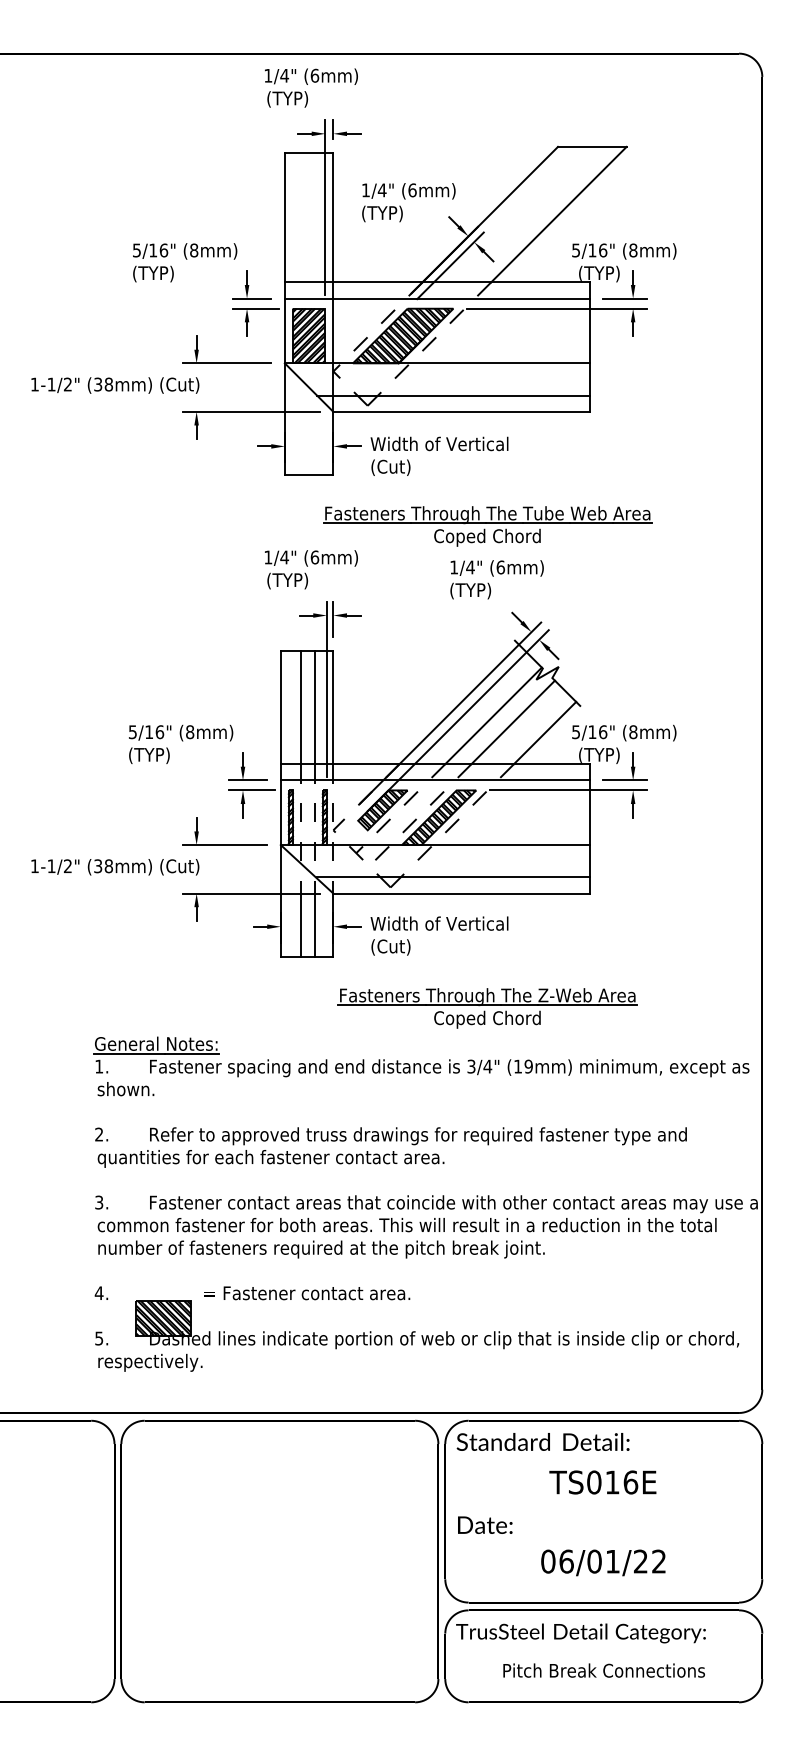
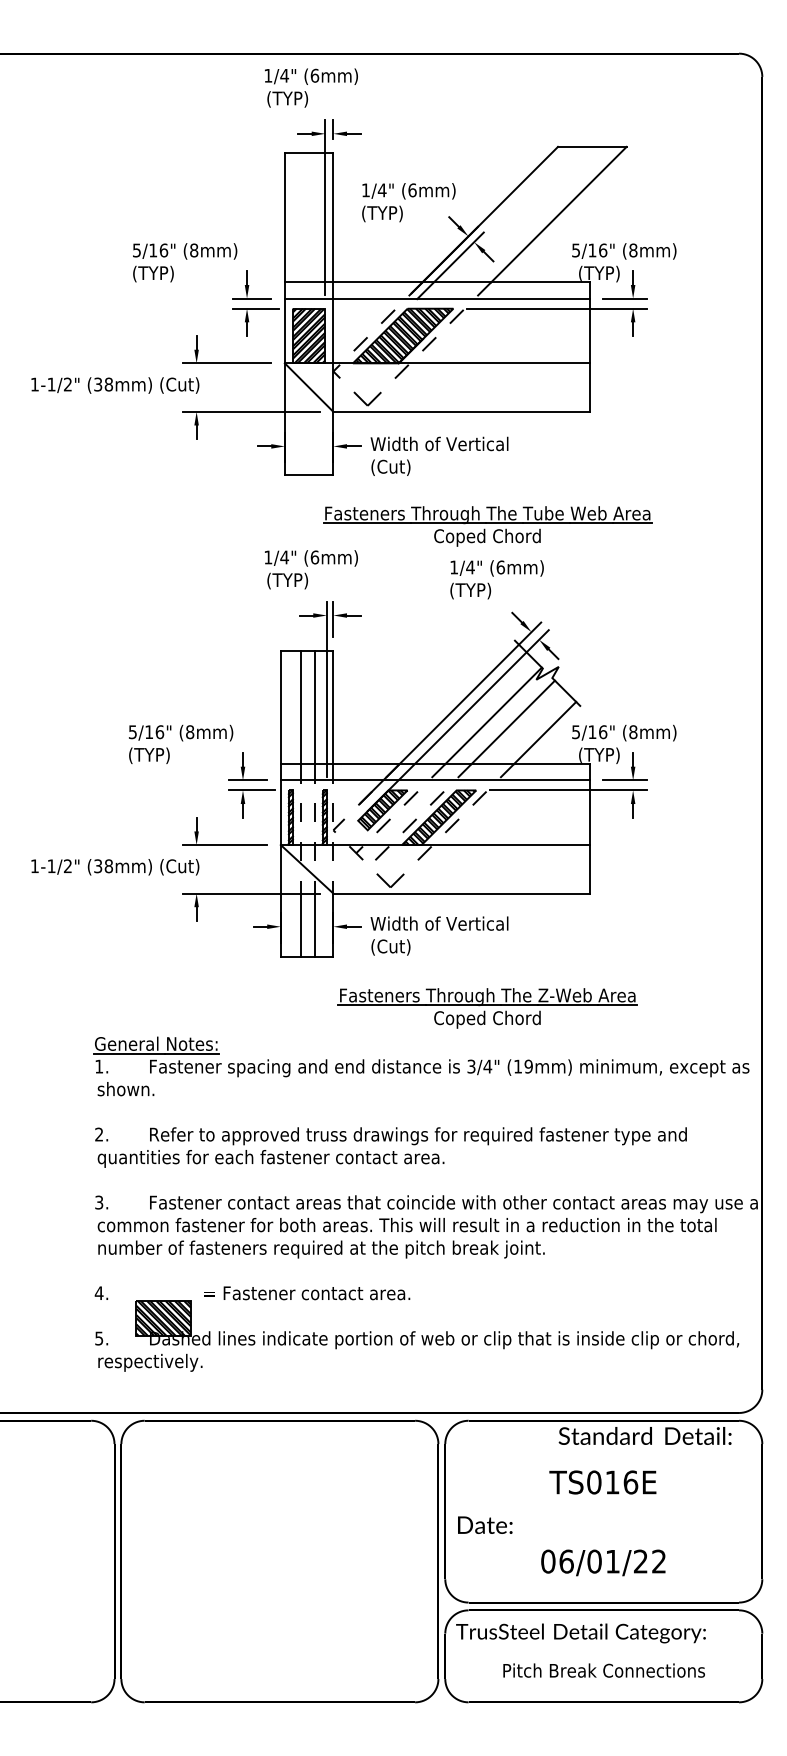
line at (453, 395): present -> none
line at (453, 877): present -> none
text at (542, 1441) position: (542, 1441) -> (644, 1435)
